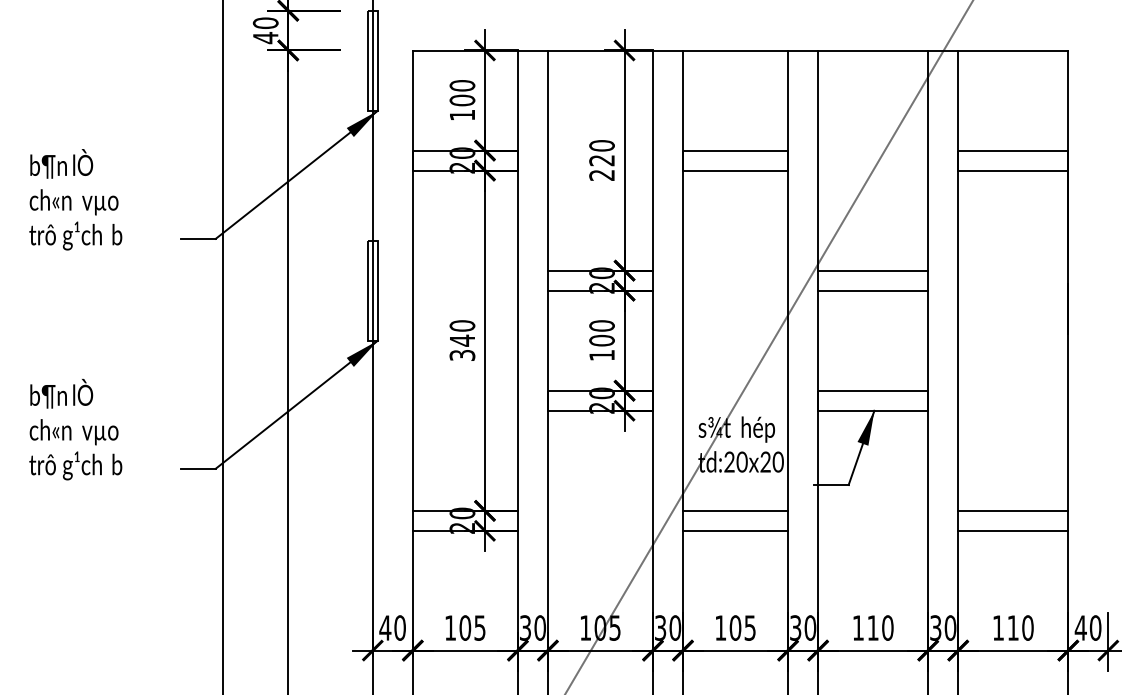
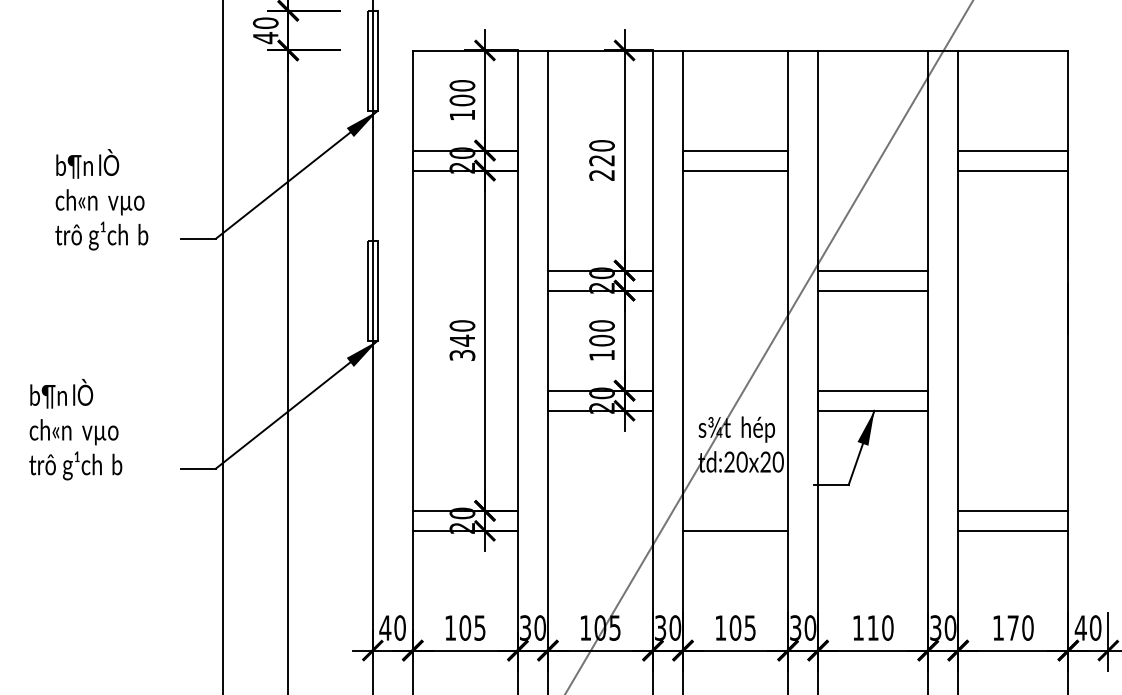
text at (75, 199) position: (75, 199) -> (101, 199)
line at (735, 510): present -> none
text at (1012, 627): 110 -> 170
